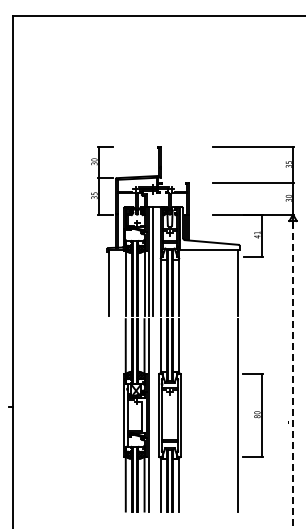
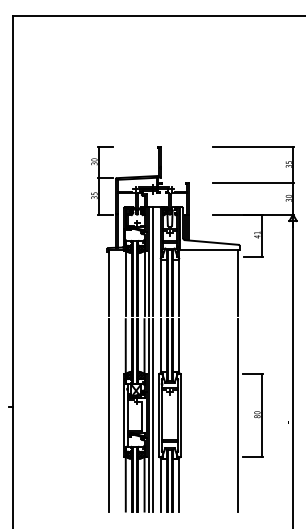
line at (293, 375): dashed -> solid
line at (108, 415): none -> present
line at (152, 415): none -> present
